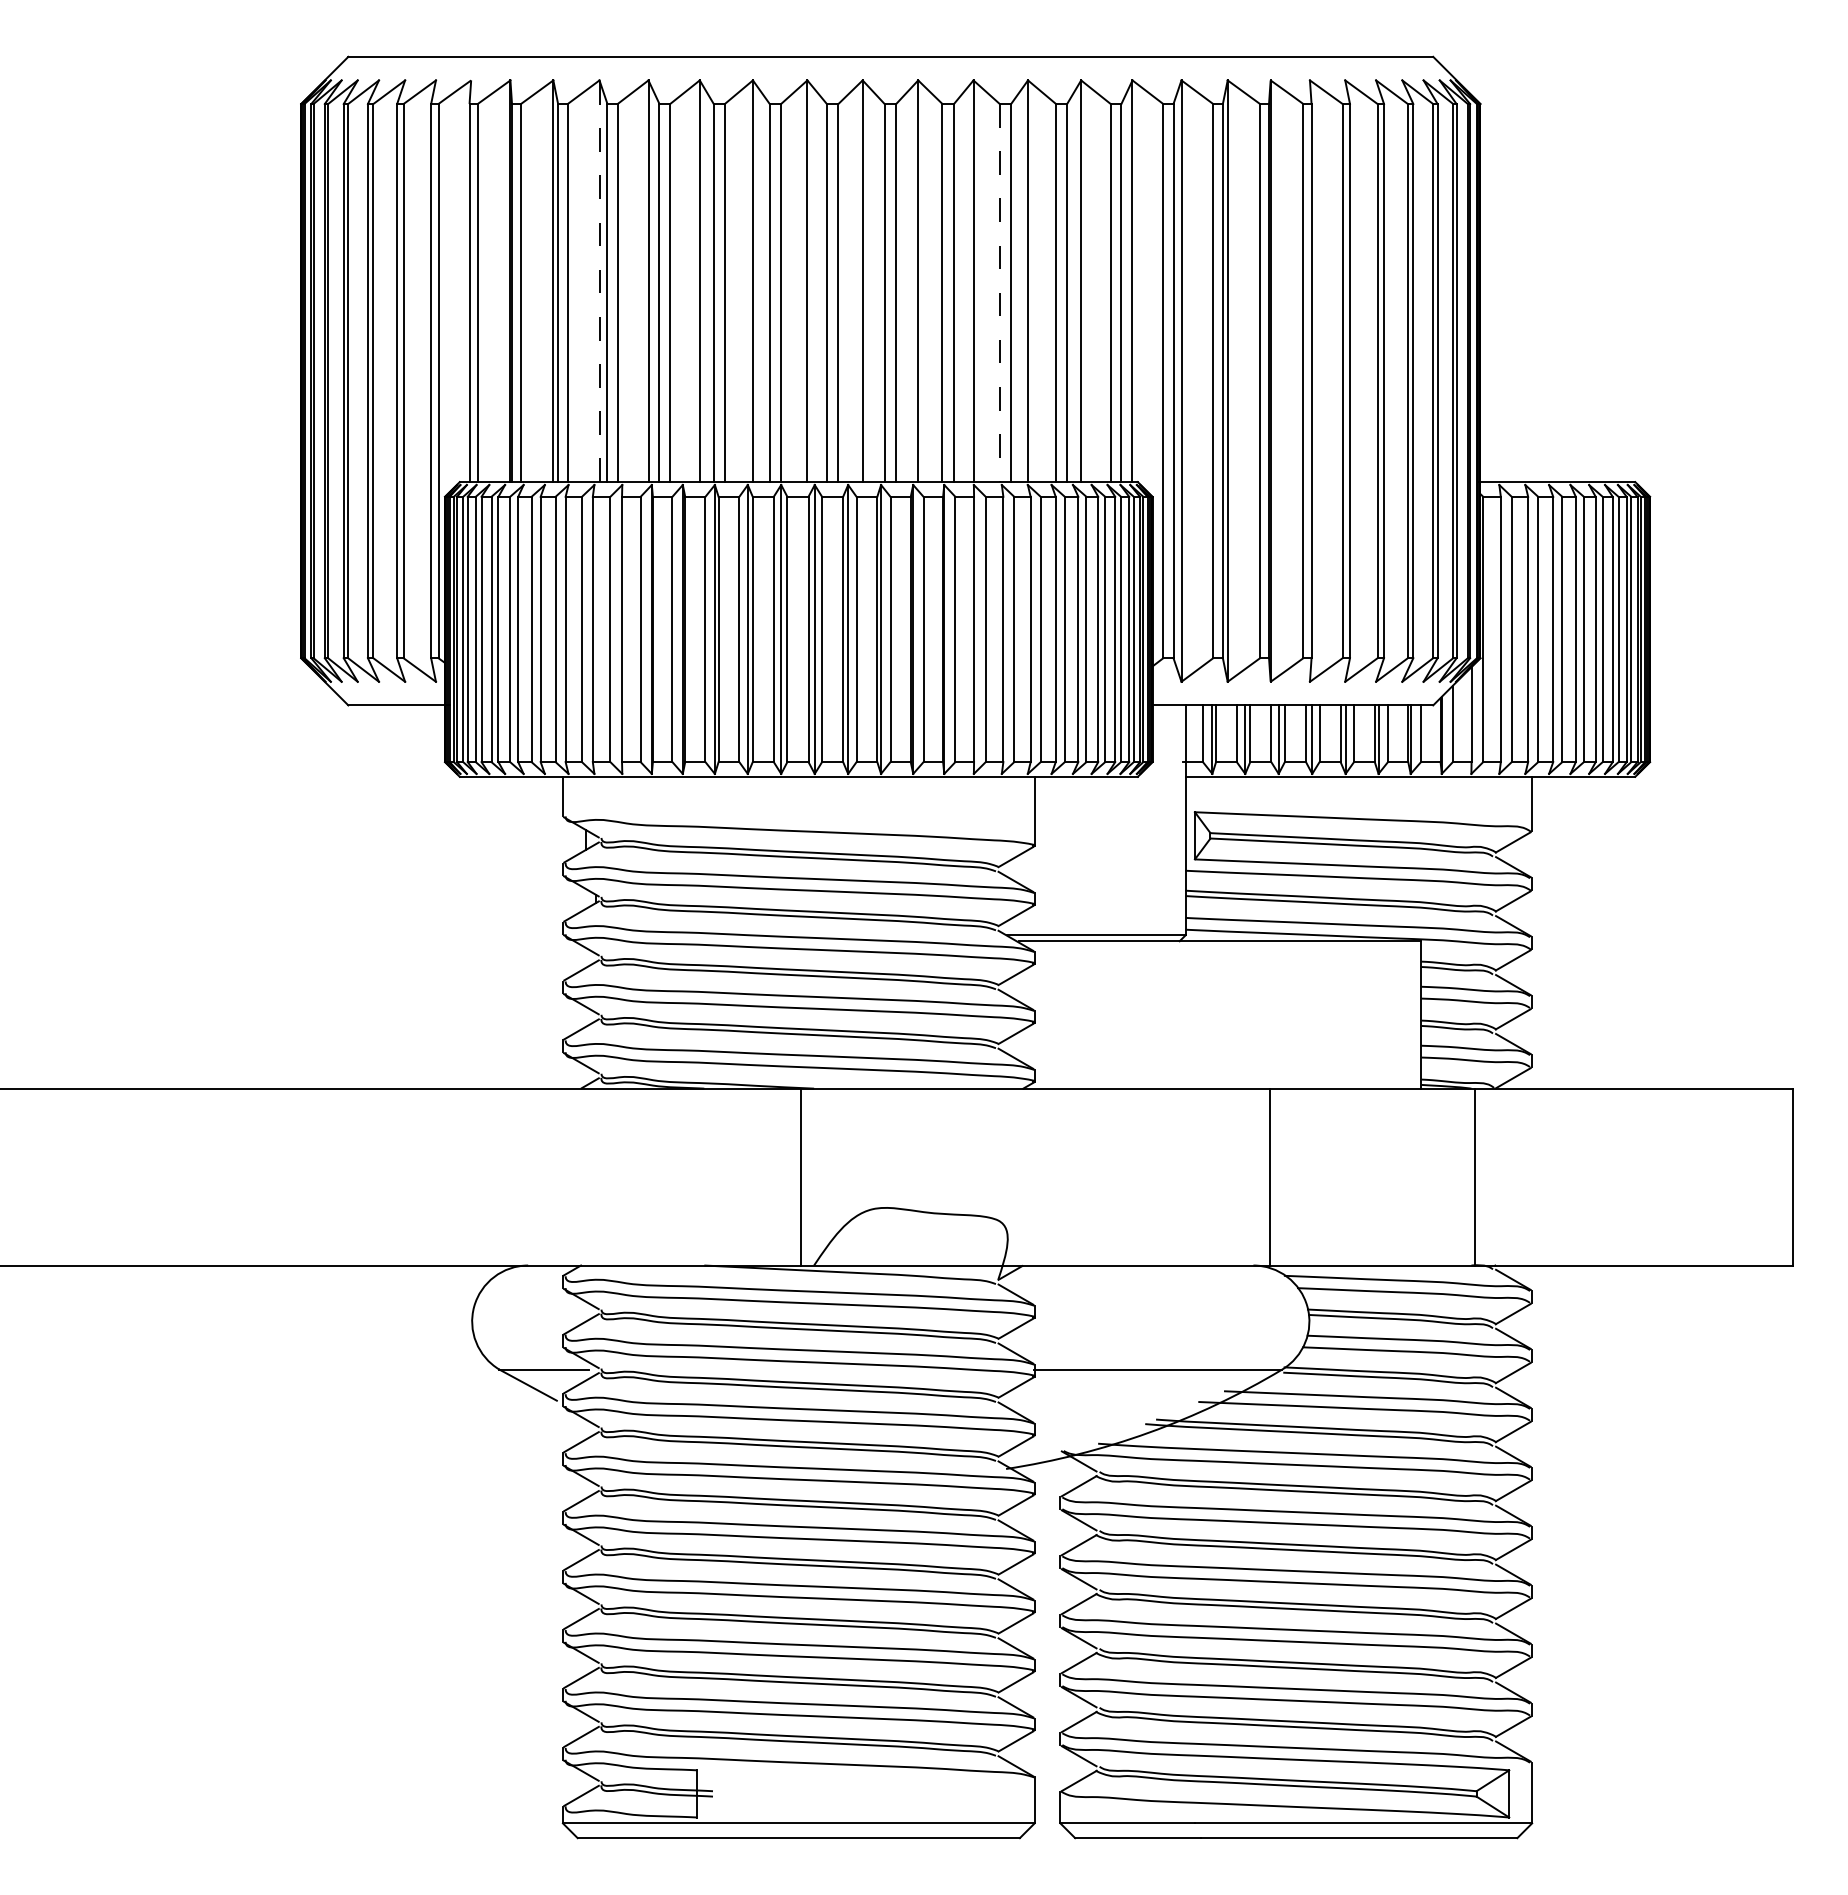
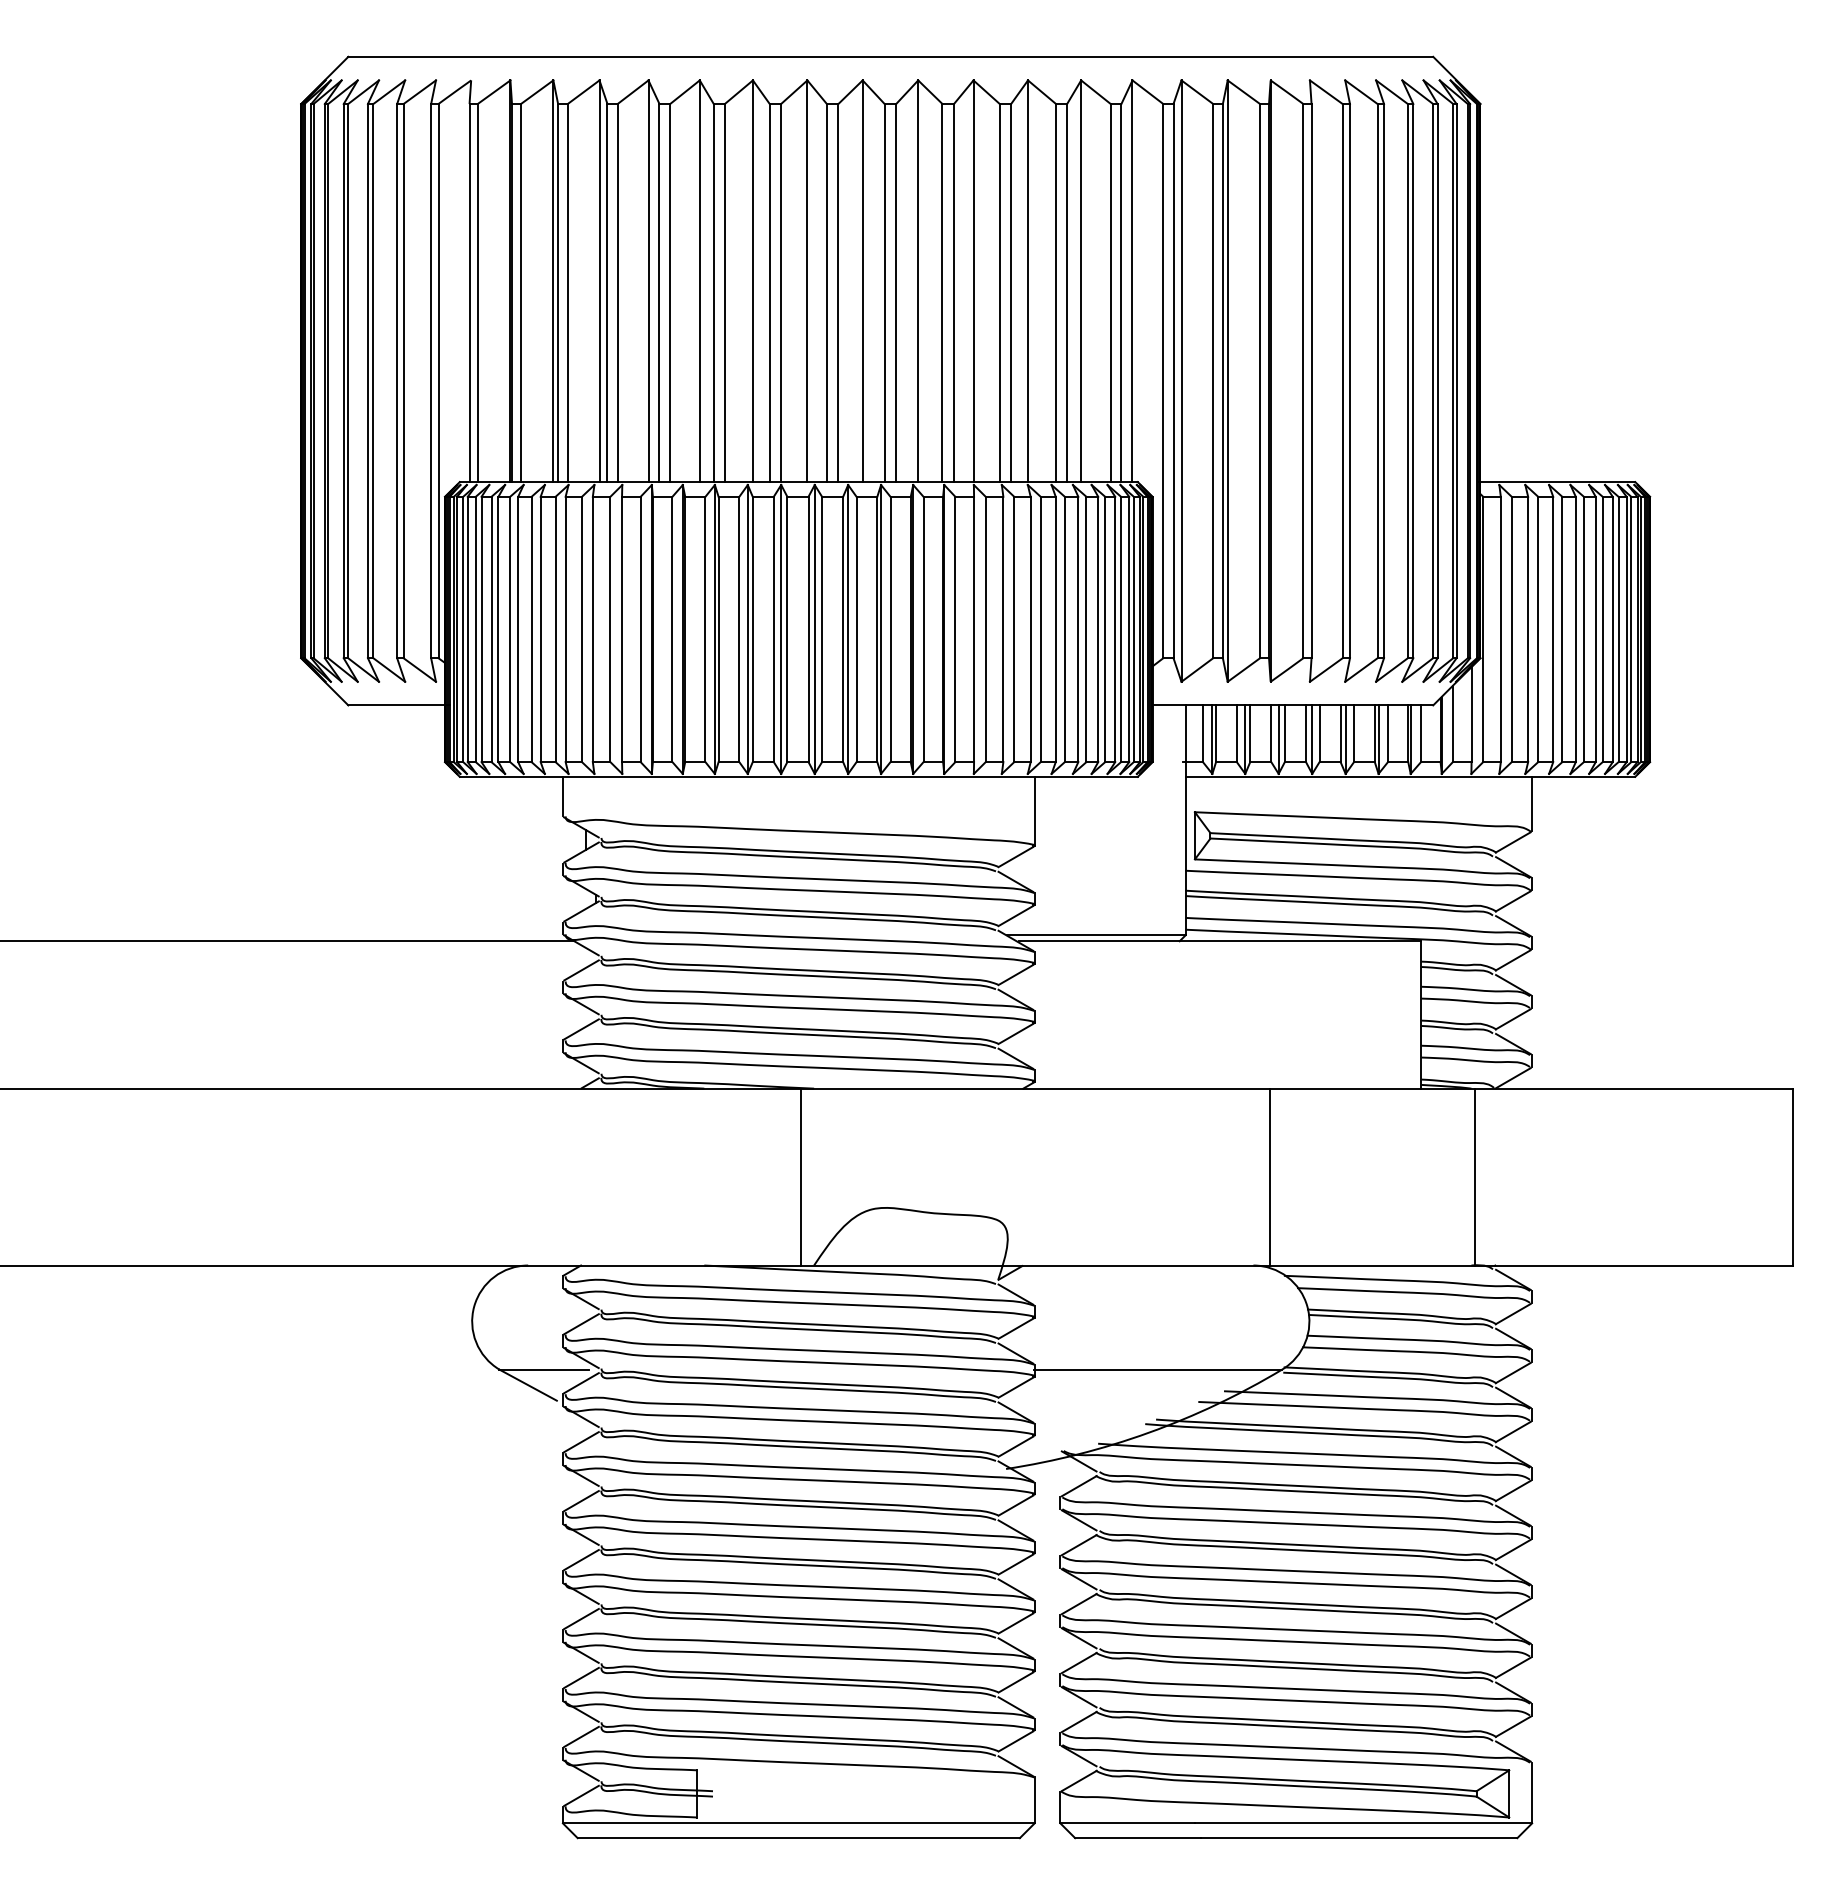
line at (599, 281): dashed -> solid
line at (999, 293): dashed -> solid
line at (288, 941): none -> present
